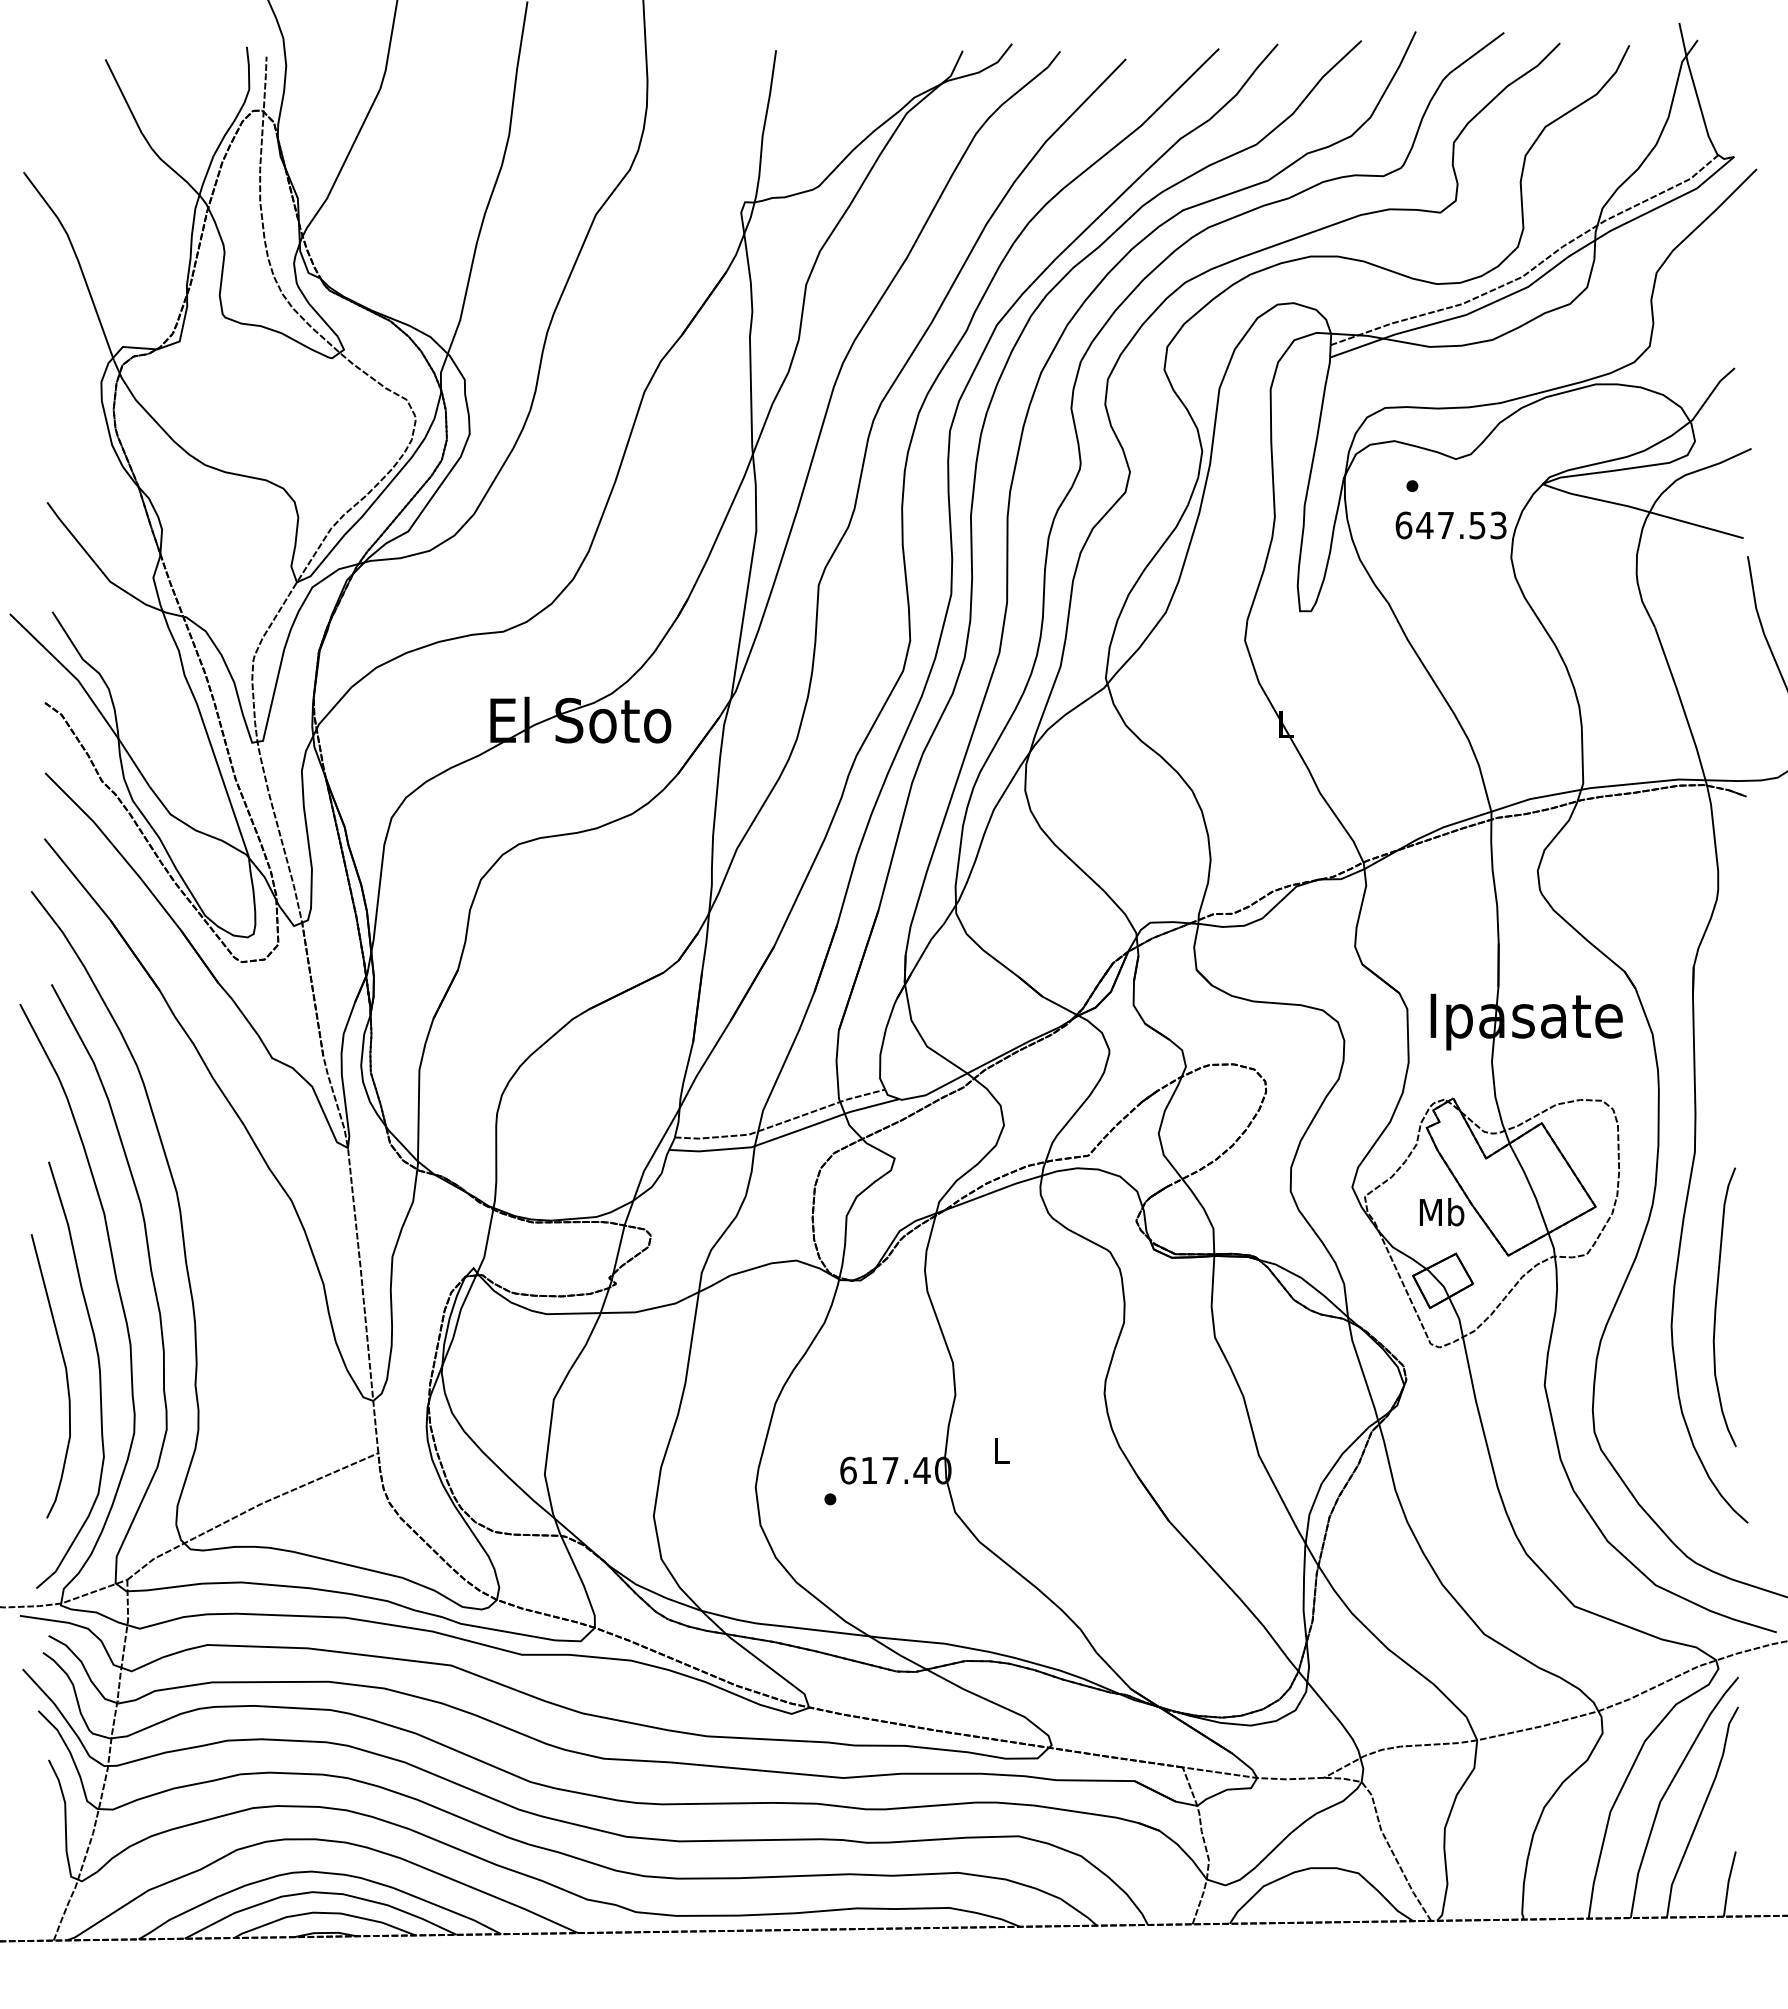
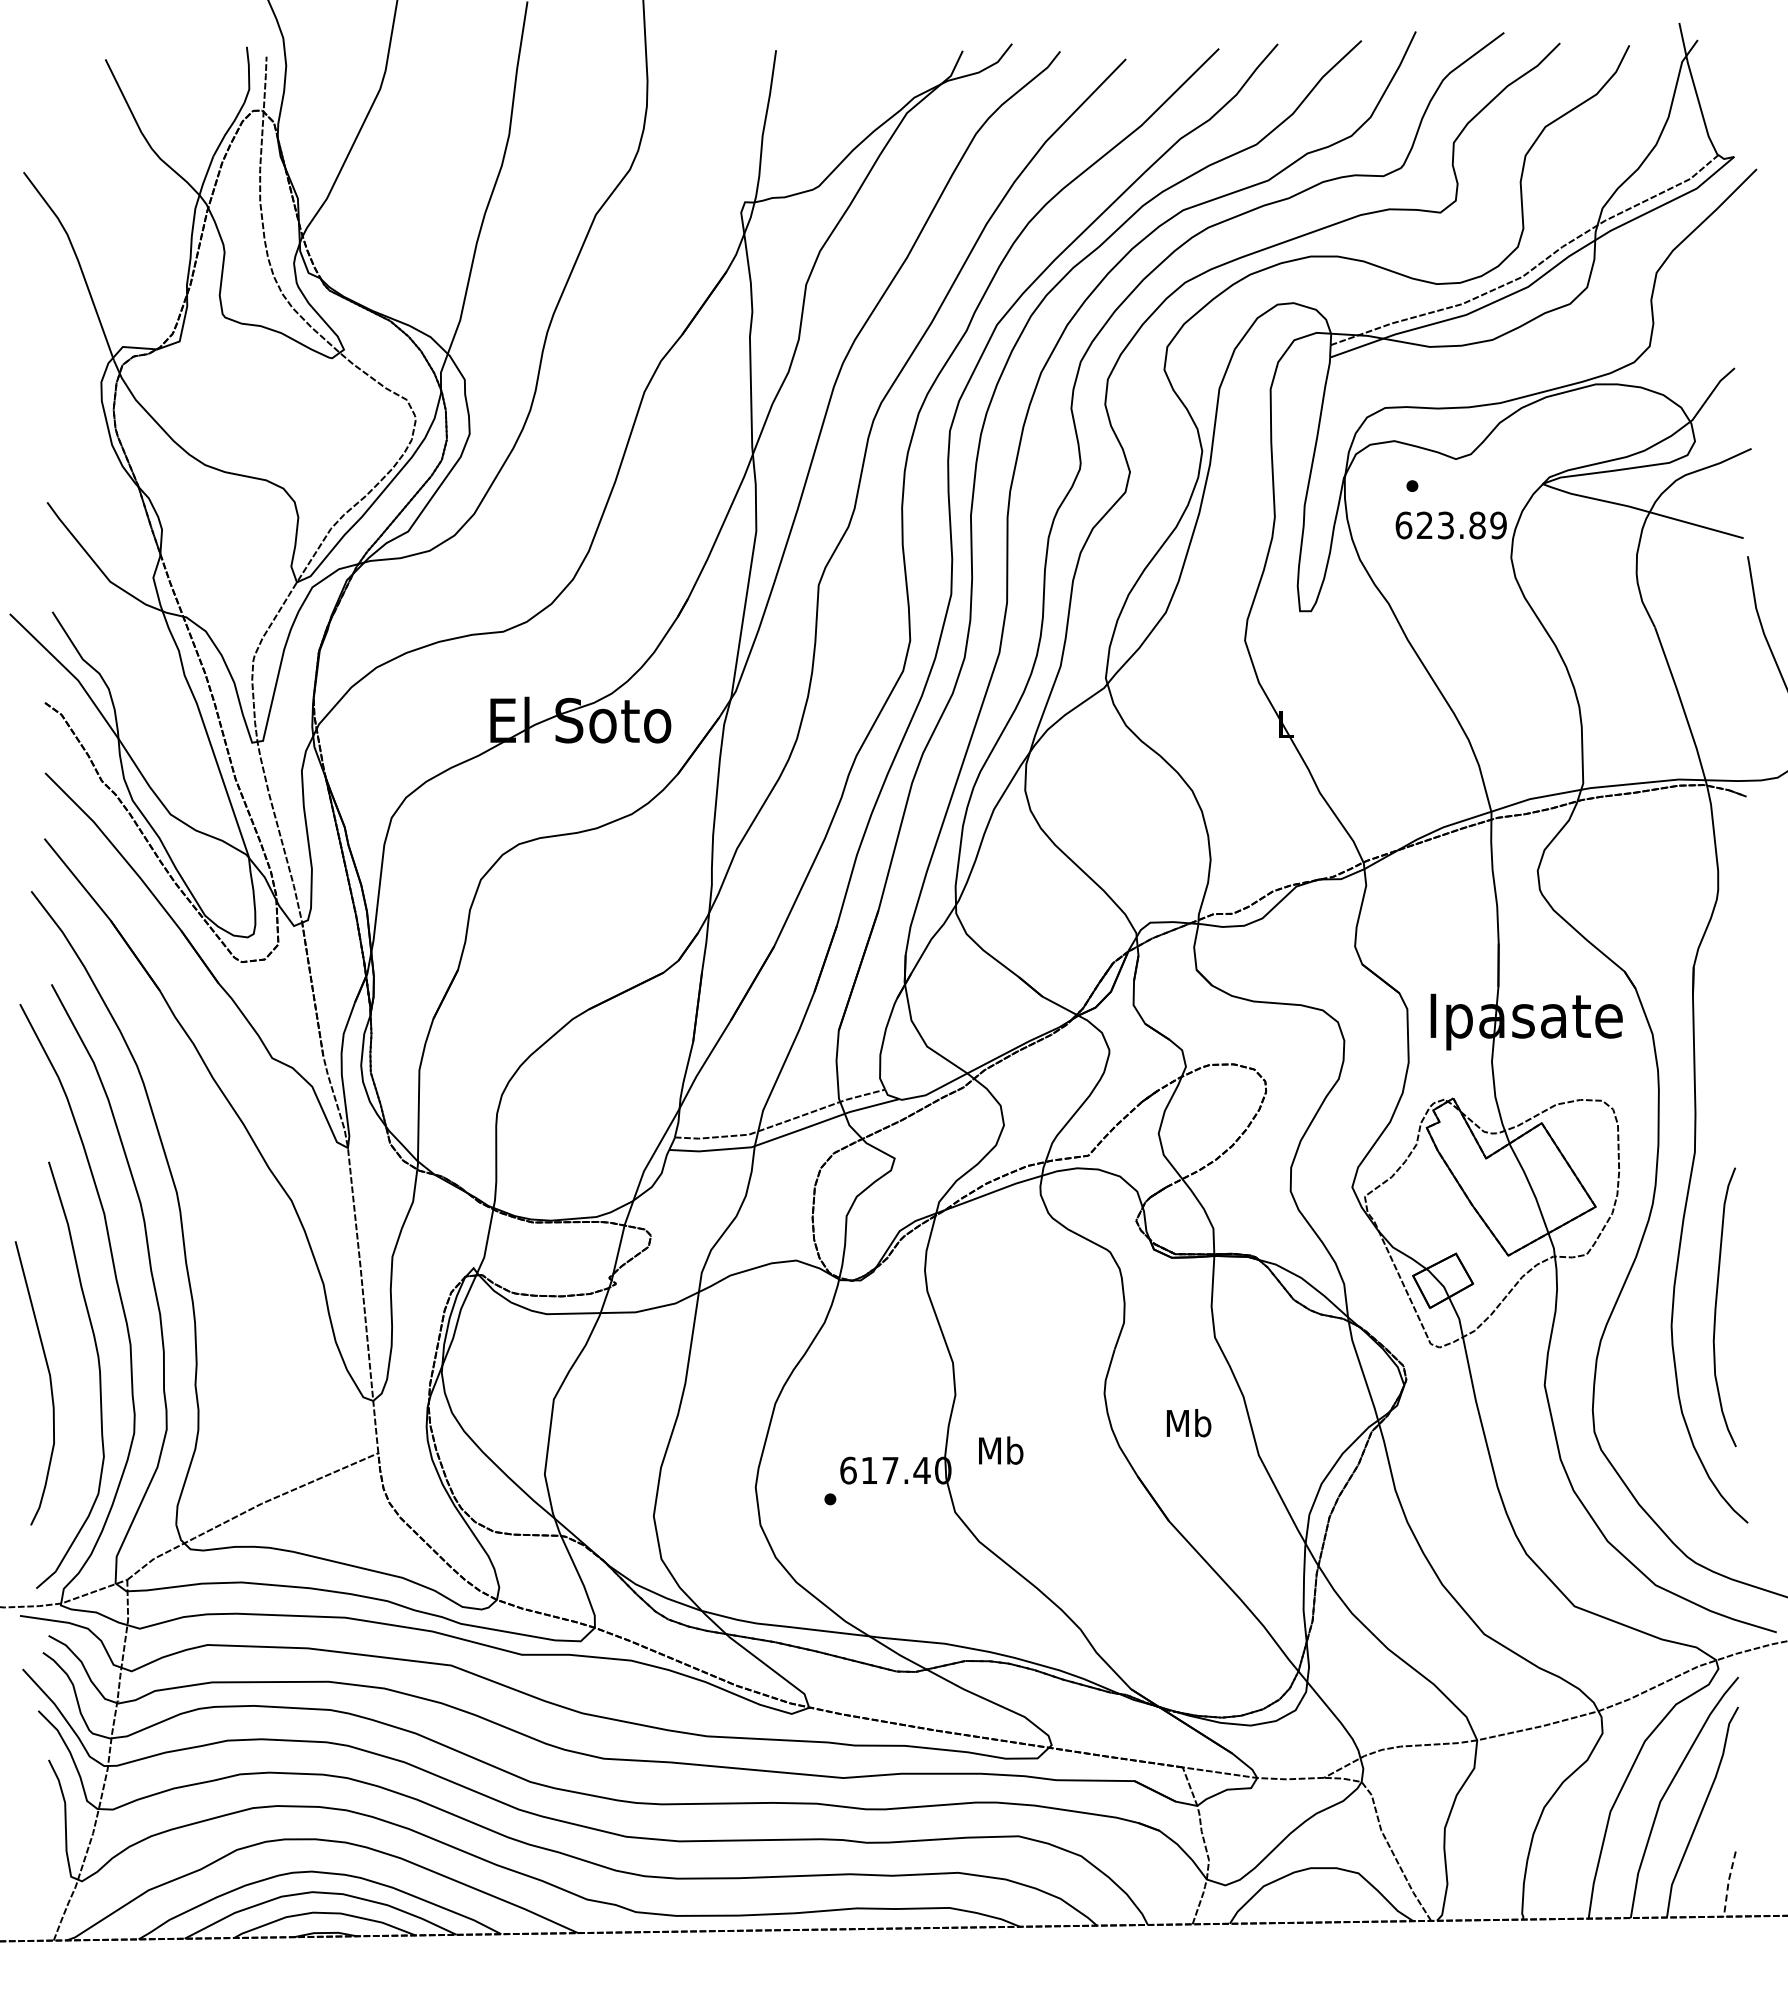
text at (1461, 525): 647.53 -> 623.89
text at (1442, 1212) position: (1442, 1212) -> (1189, 1423)
curve at (65, 1374) position: (65, 1374) -> (49, 1381)
text at (1001, 1450): L -> Mb
line at (1728, 1884): solid -> dashed
